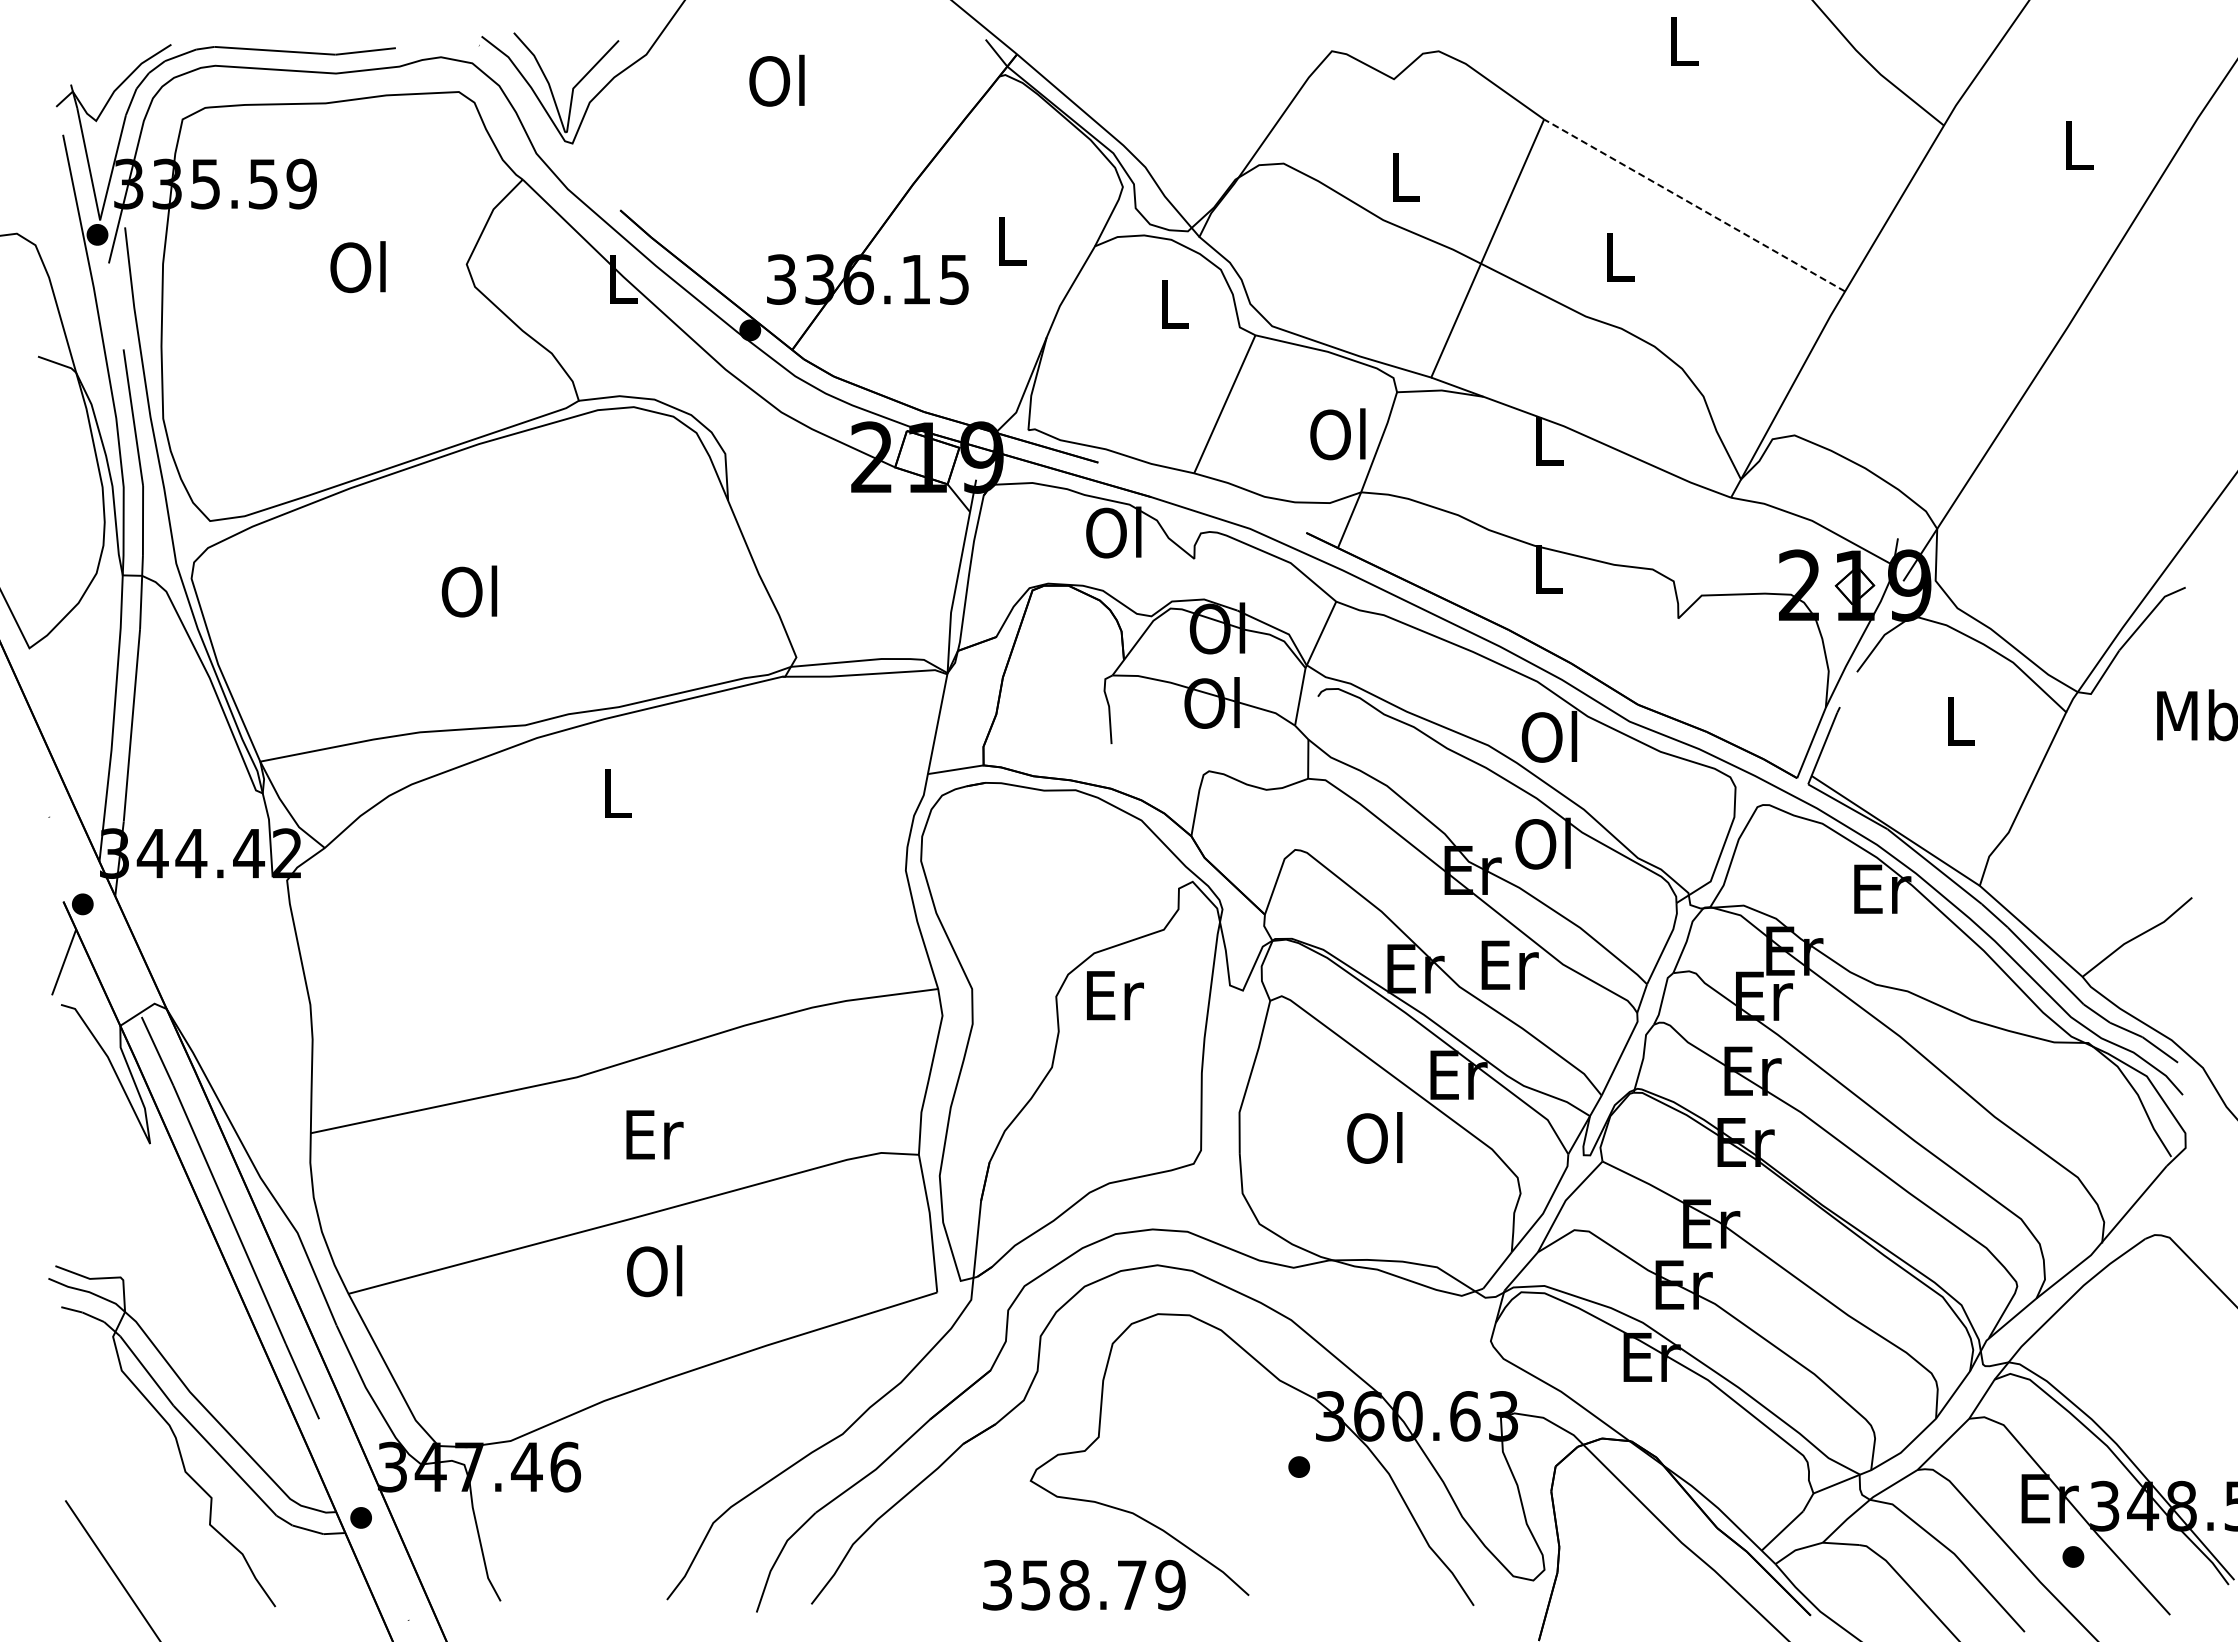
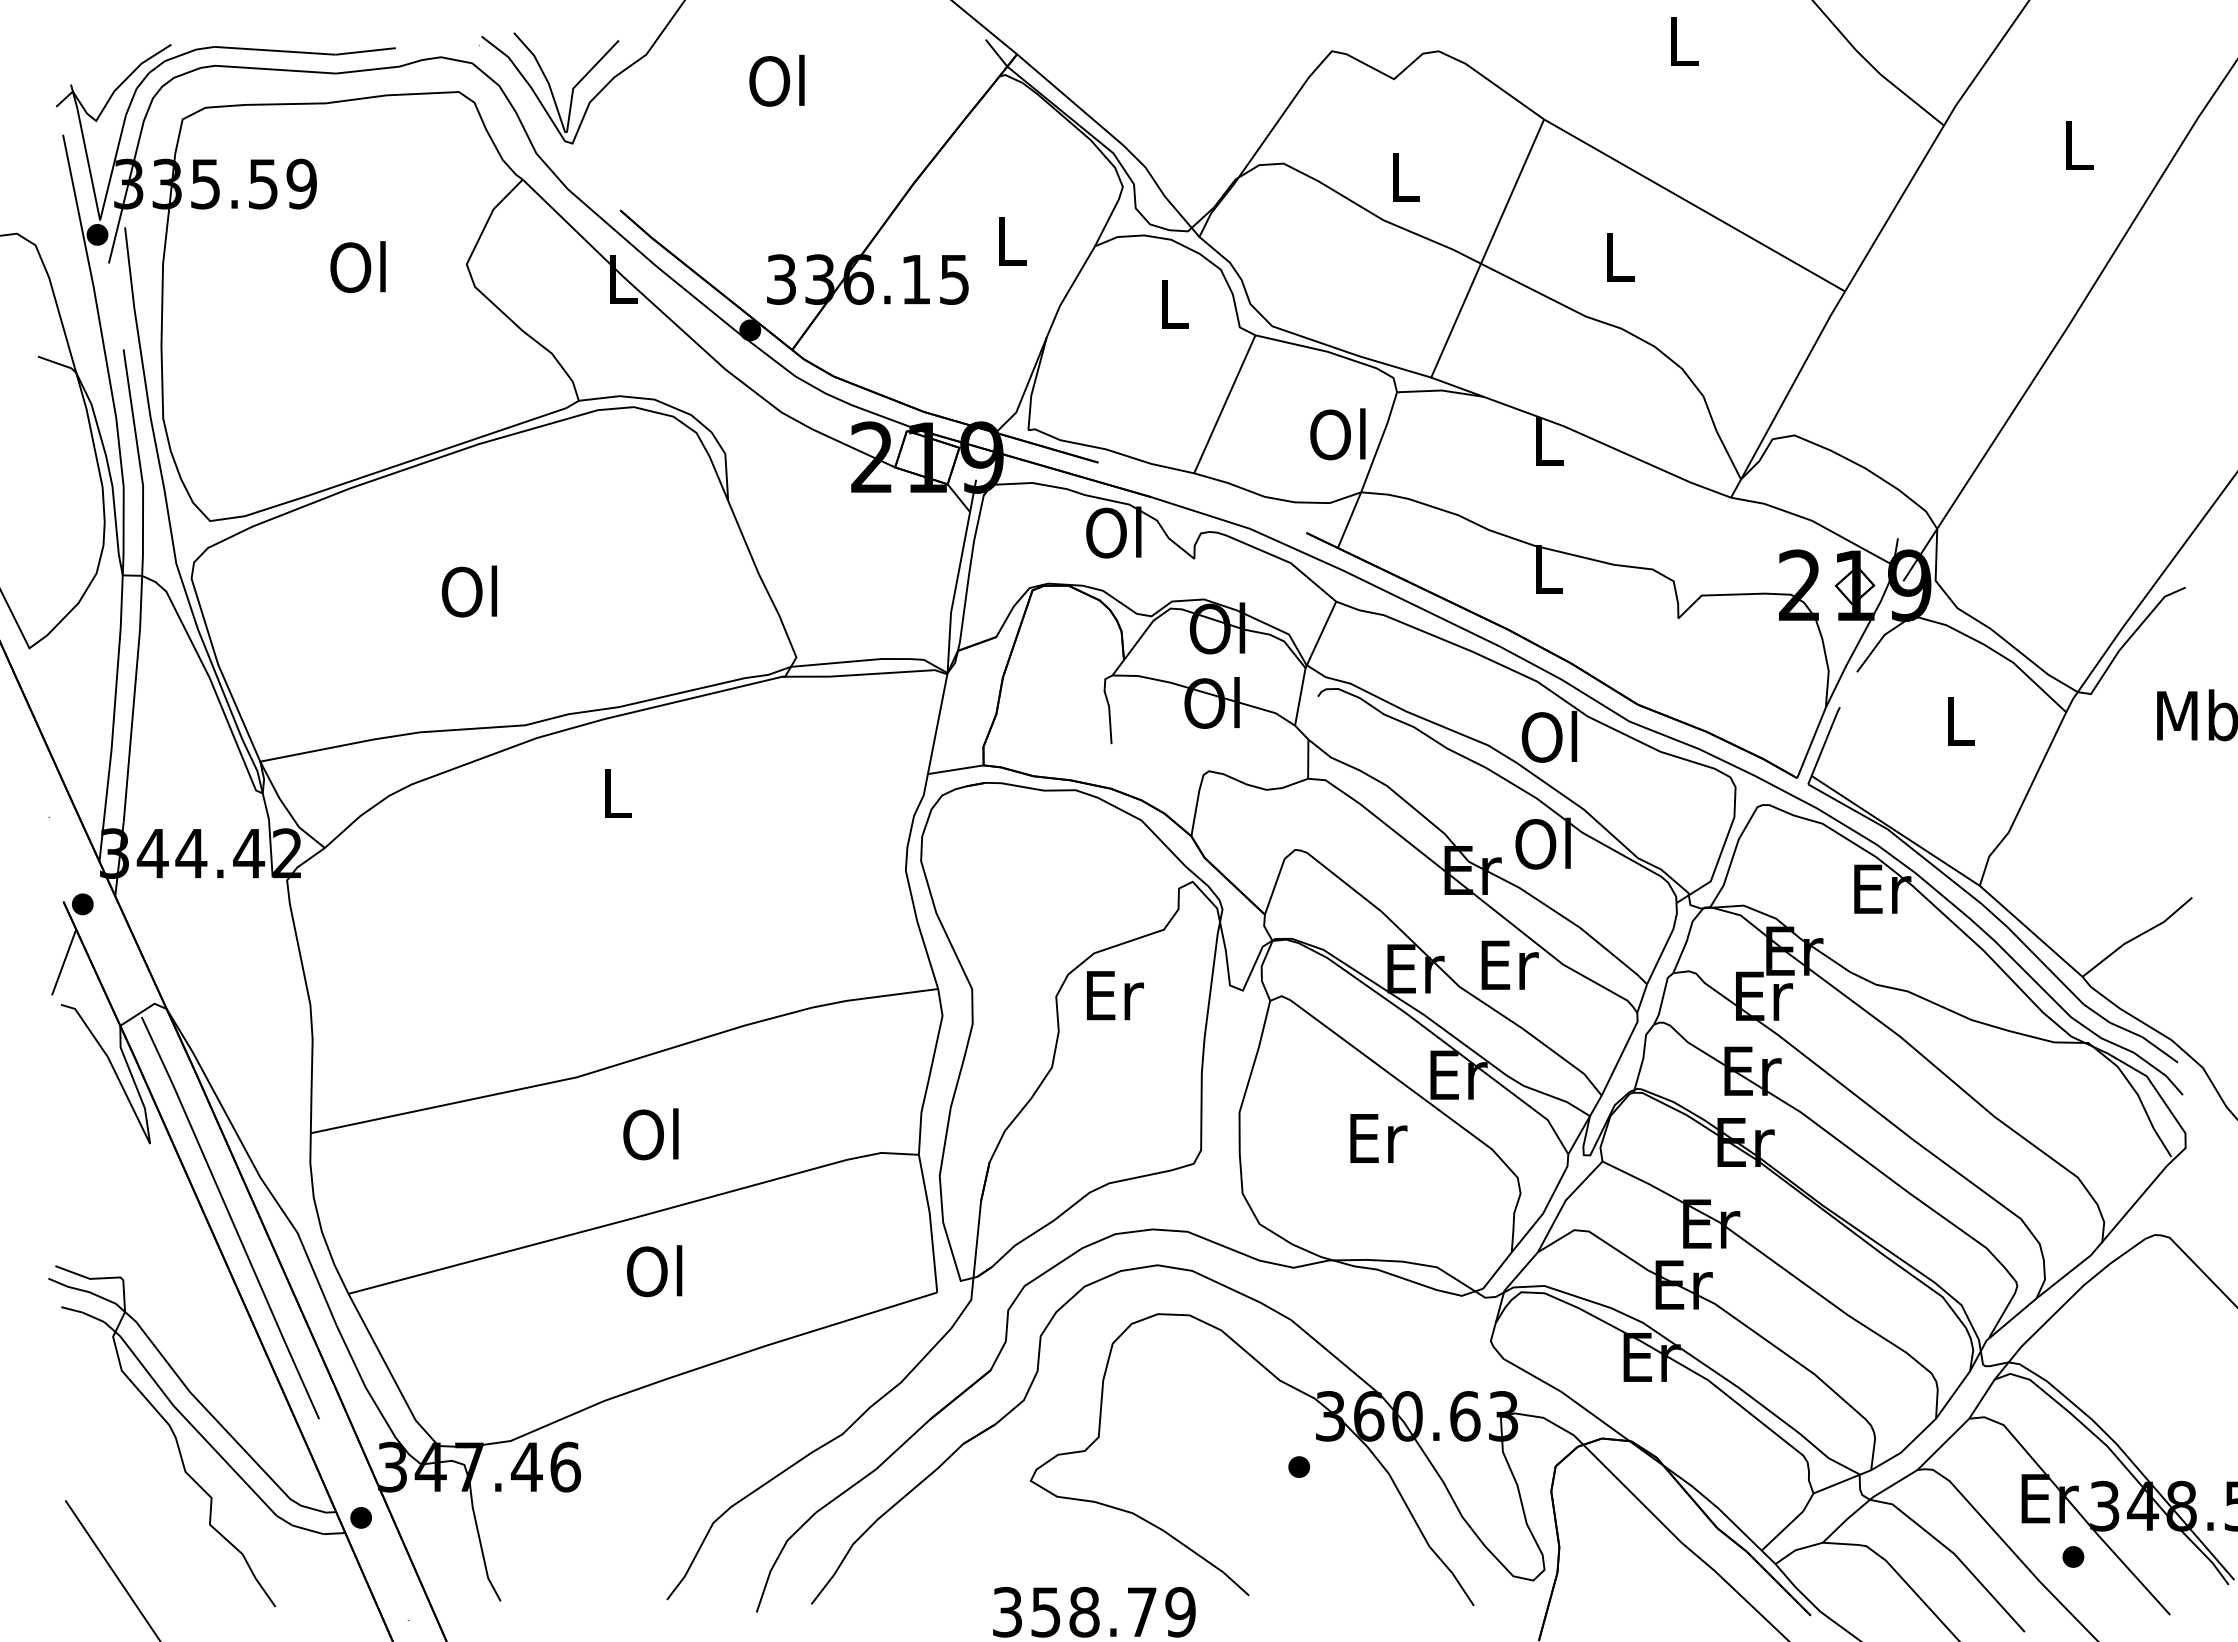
line at (1694, 205): dashed -> solid
text at (653, 1134): Er -> Ol
text at (1377, 1137): Ol -> Er
text at (1084, 1585) position: (1084, 1585) -> (1094, 1612)
